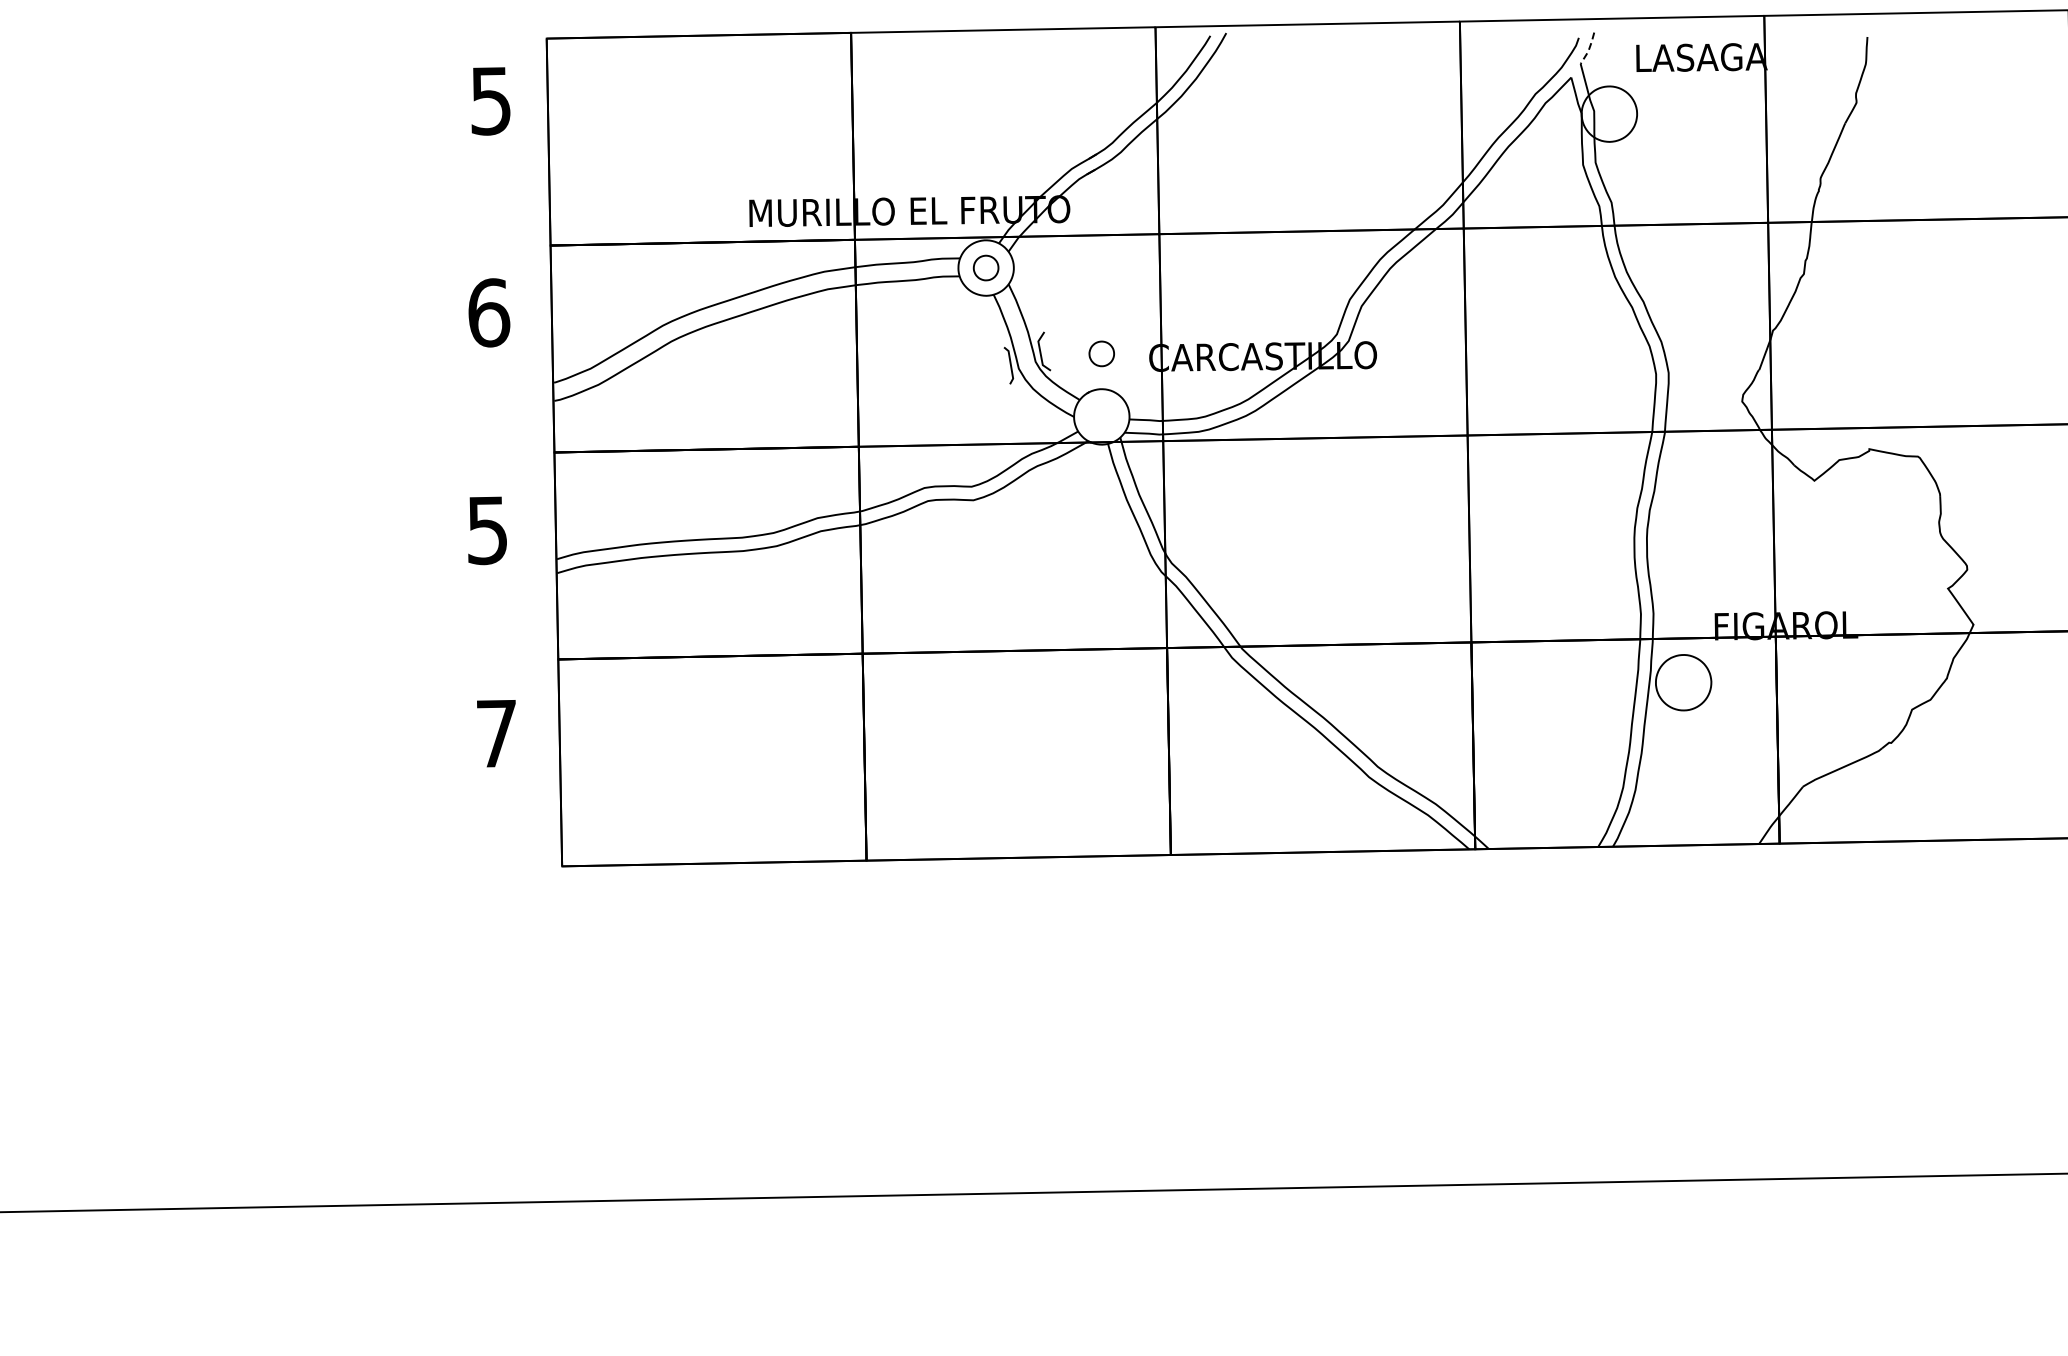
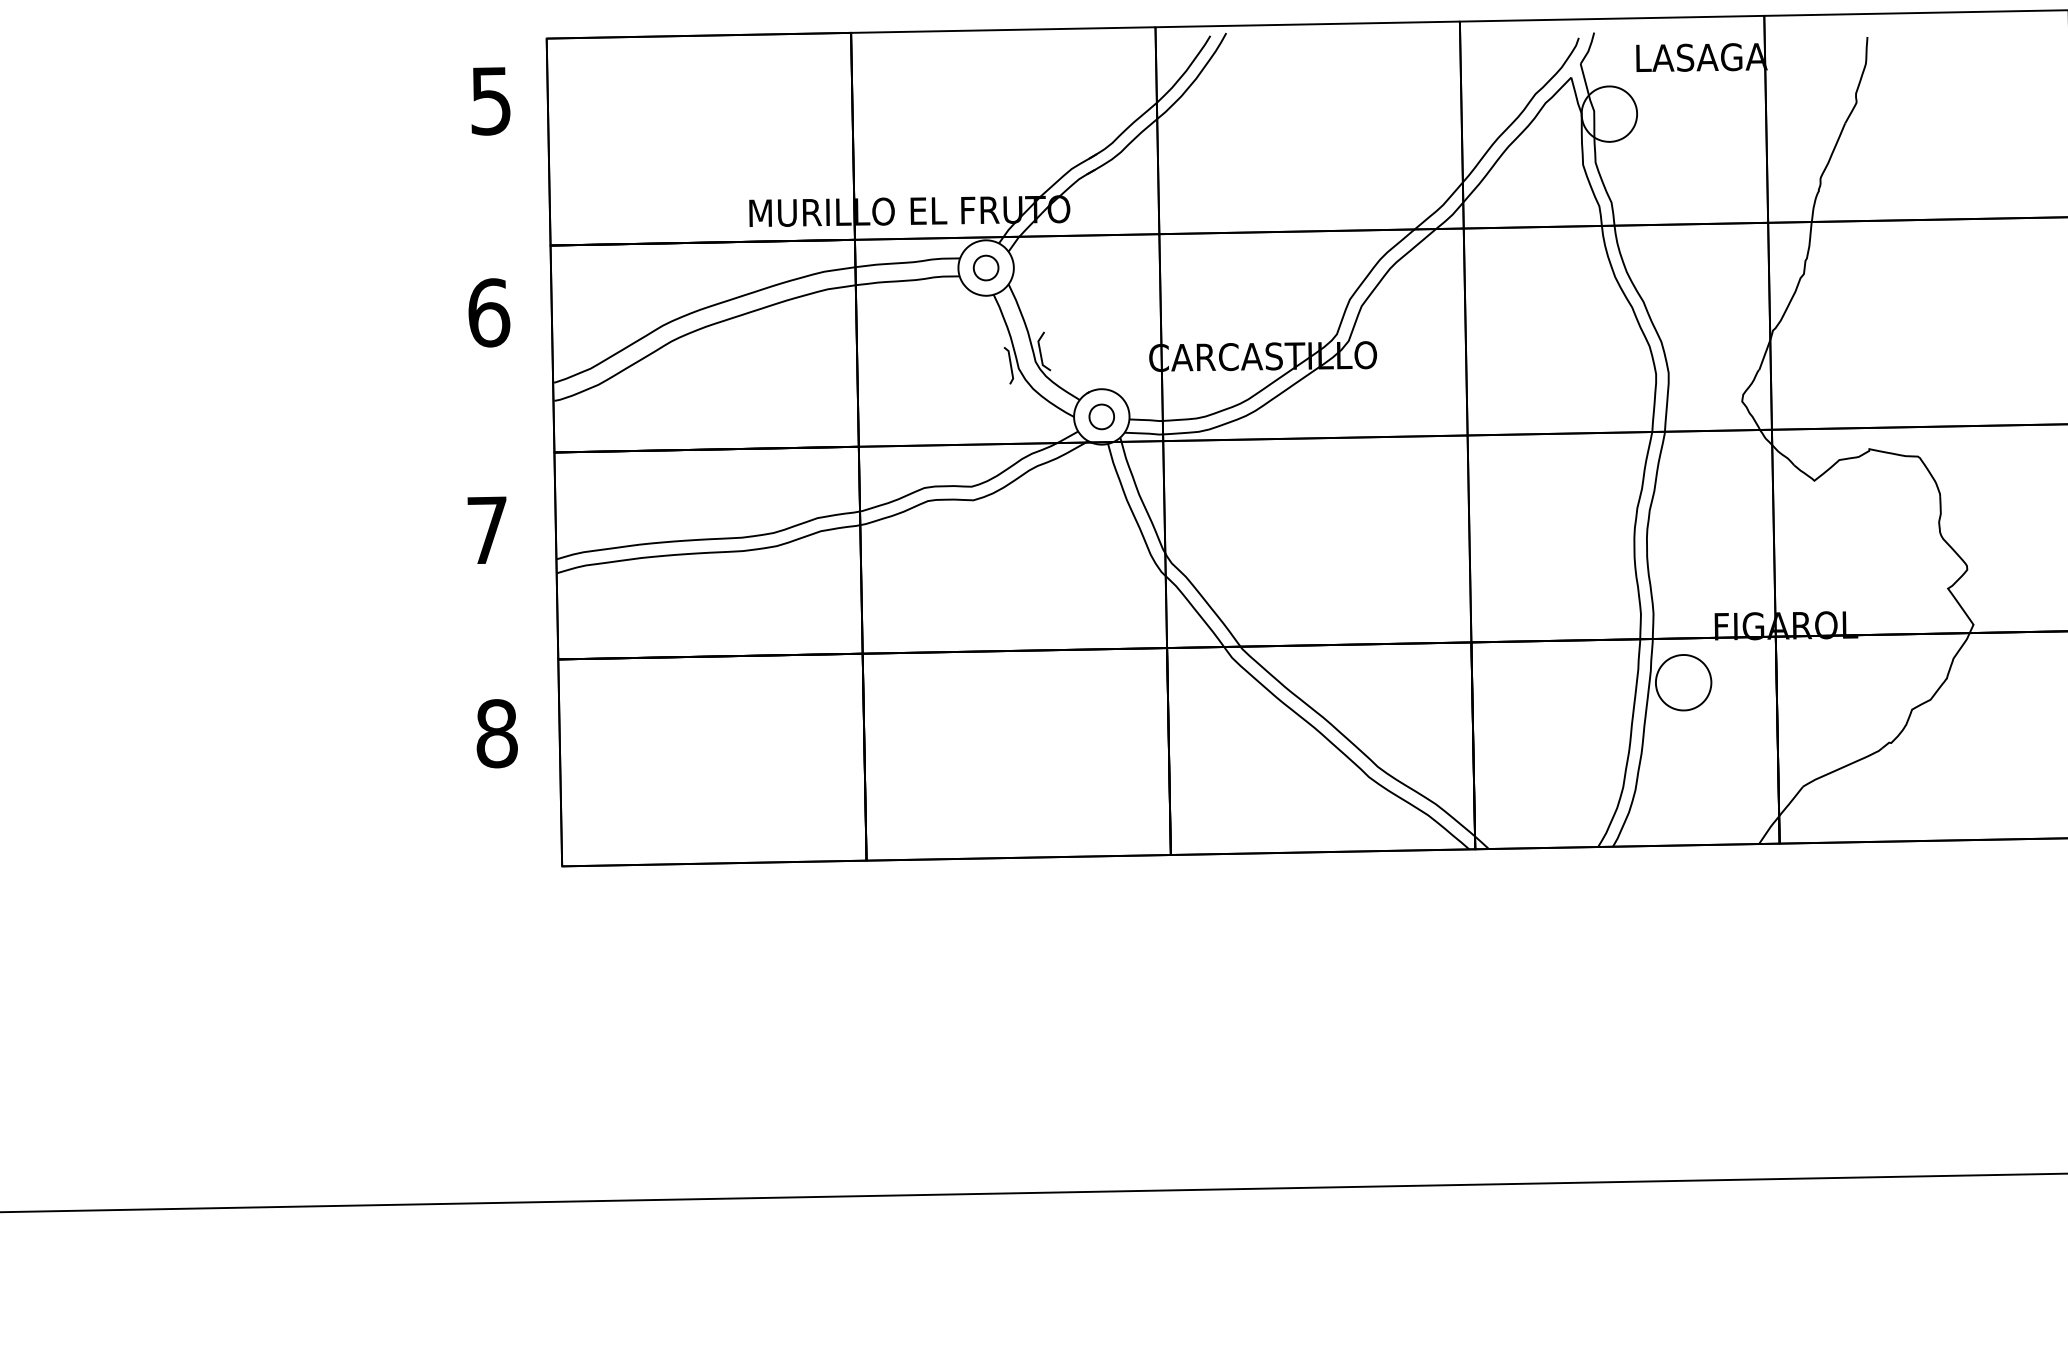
line at (1589, 48): dashed -> solid
part at (1101, 353) position: (1101, 353) -> (1101, 416)
text at (486, 530): 5 -> 7
text at (496, 733): 7 -> 8
